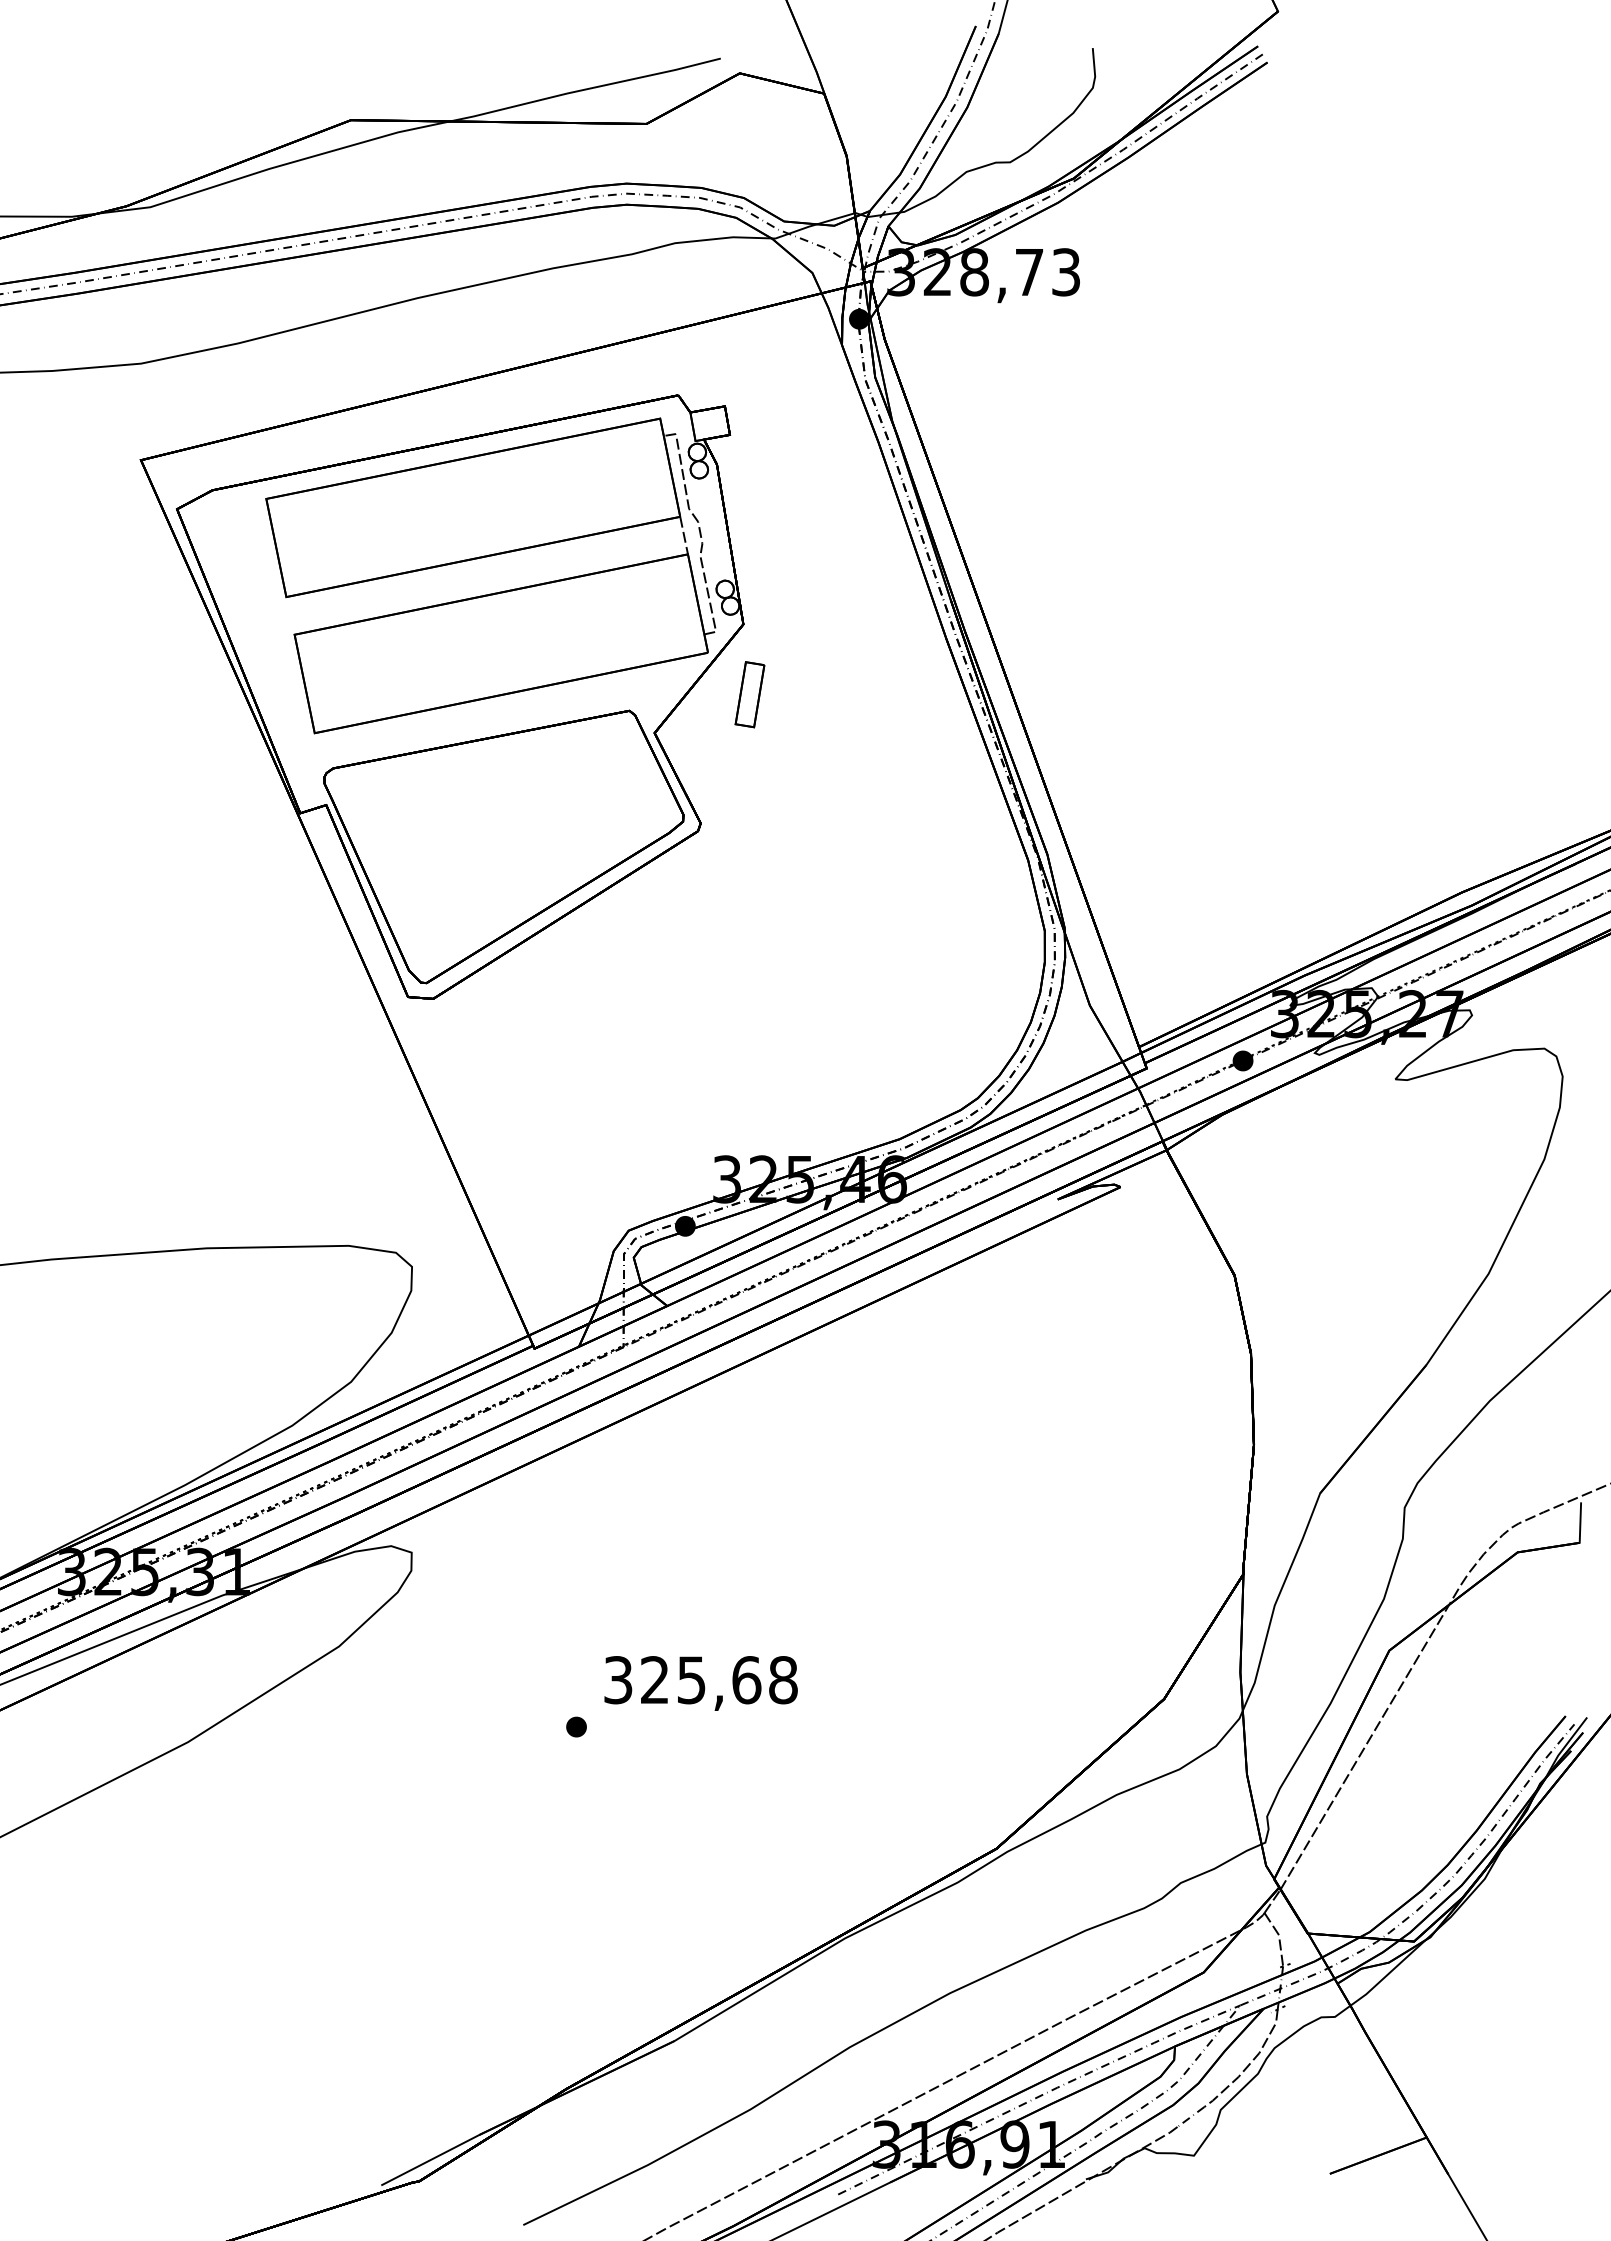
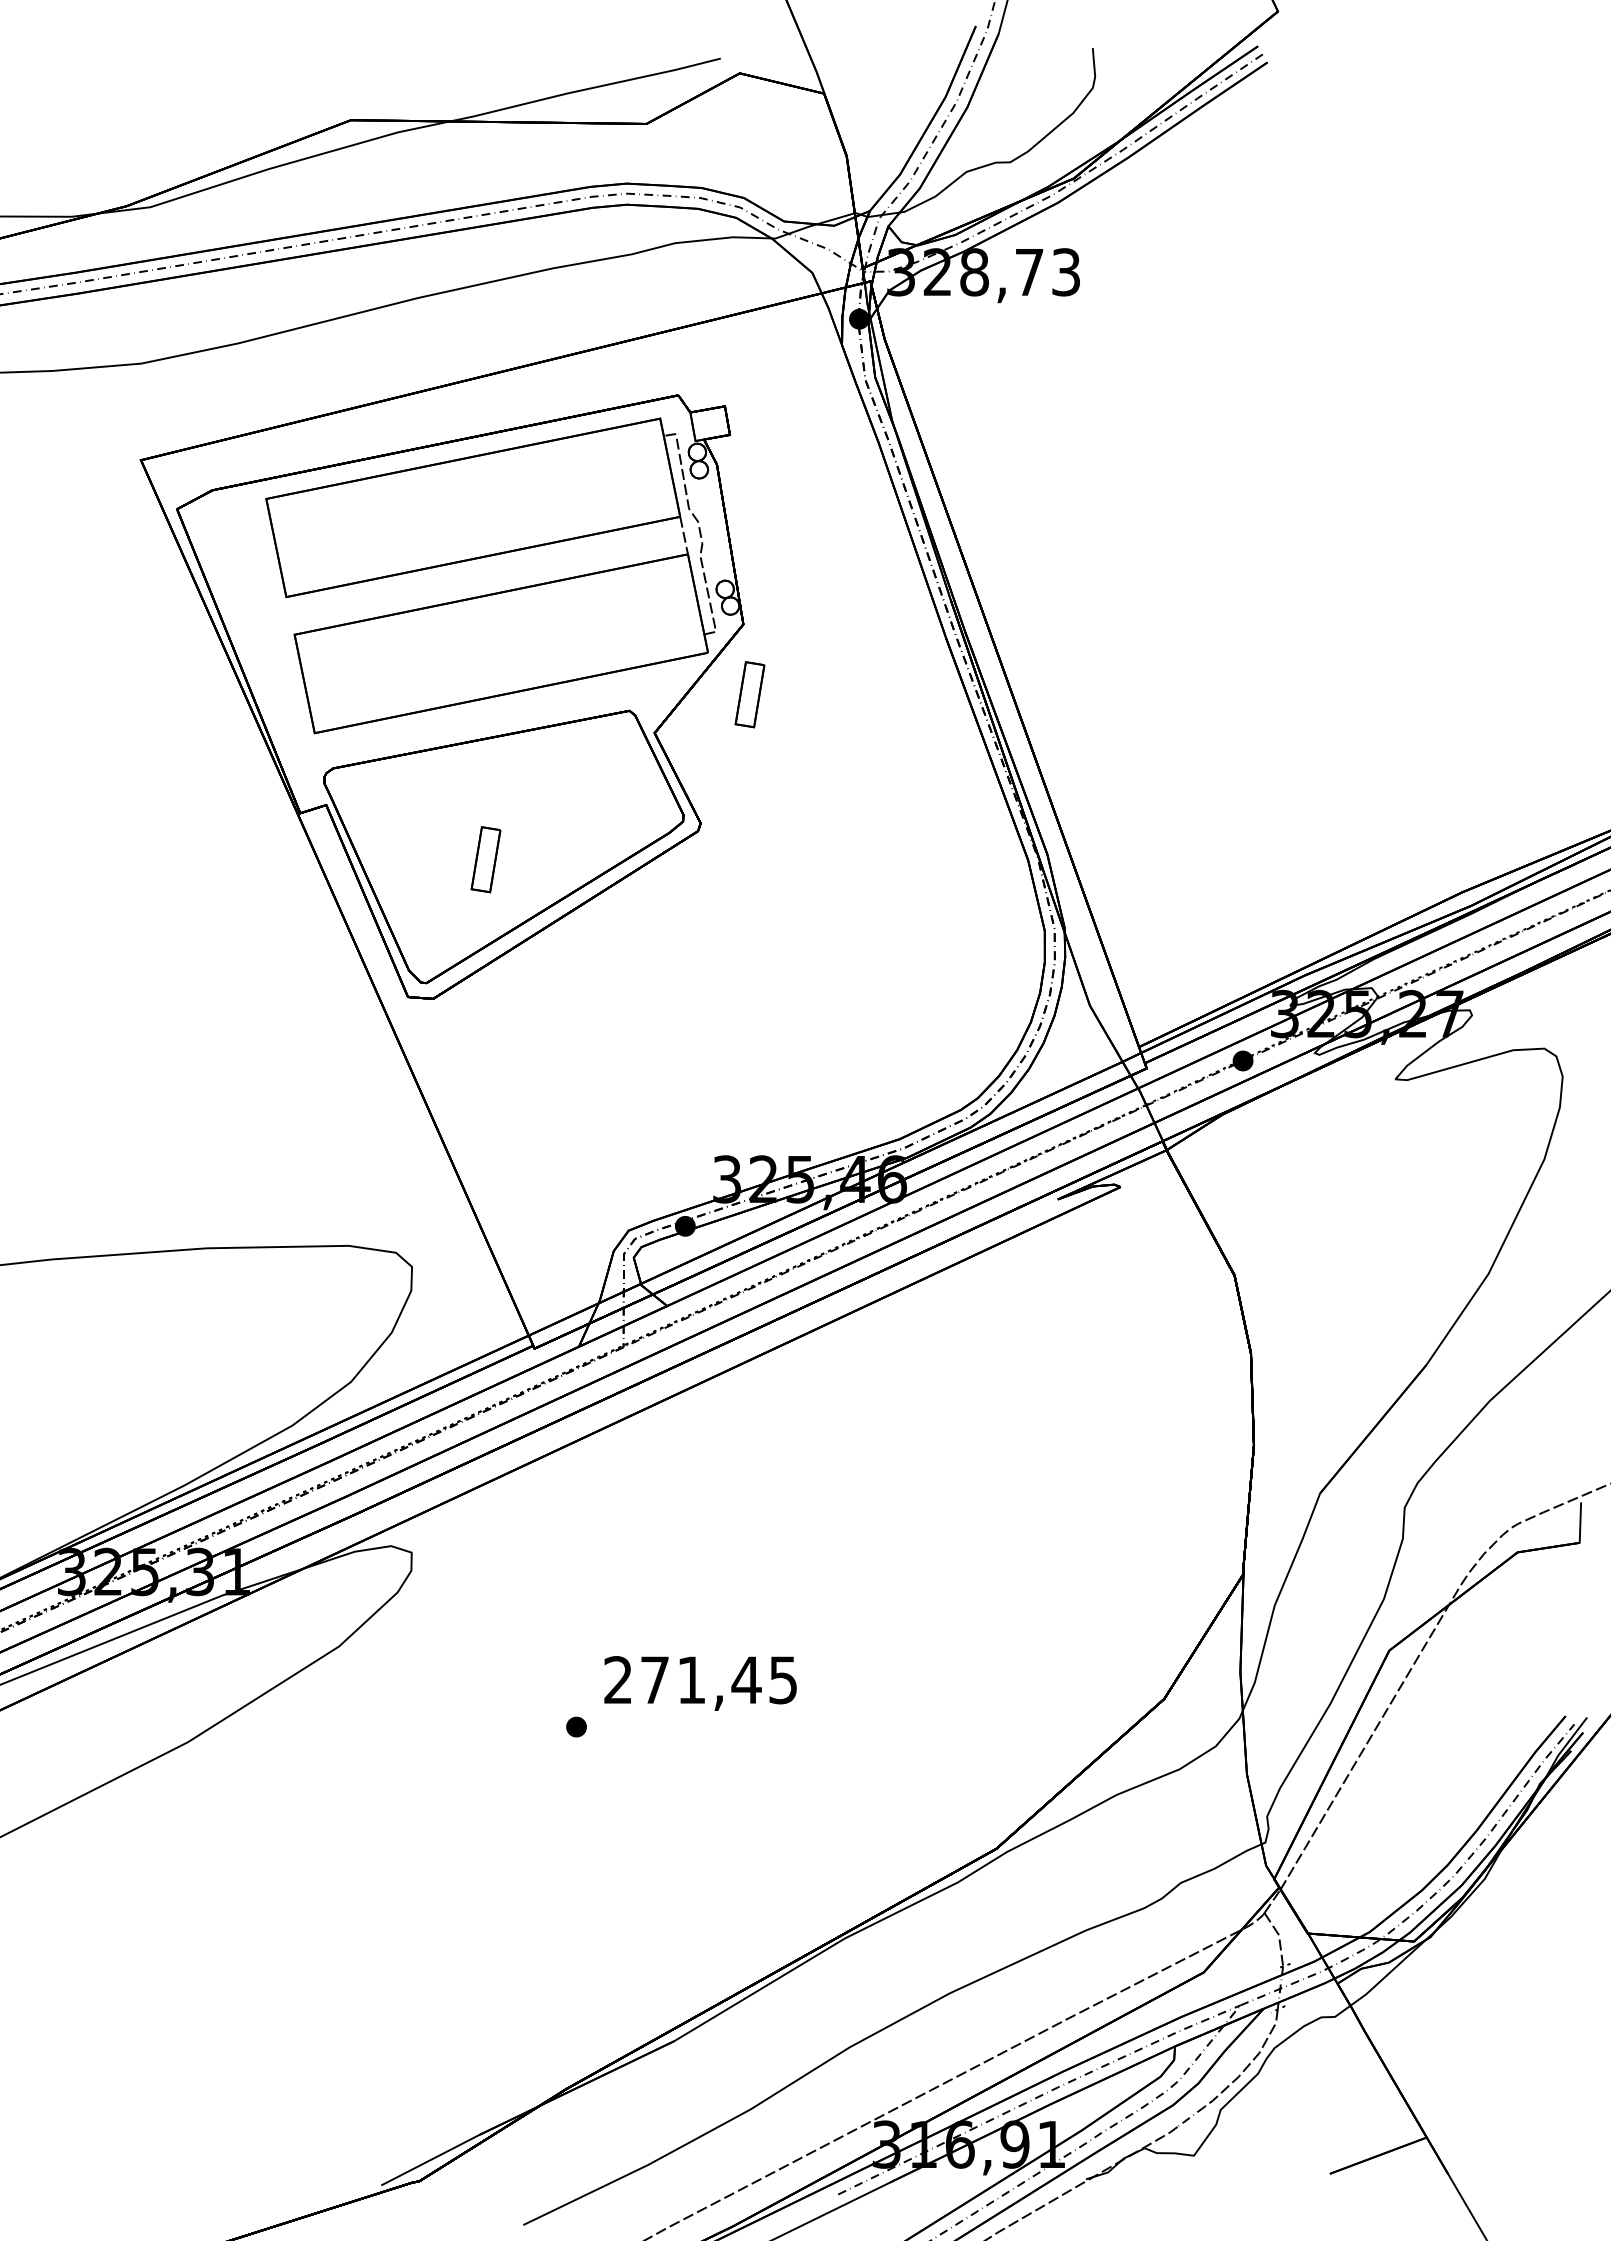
part at (485, 859): none -> present
text at (700, 1680): 325,68 -> 271,45
